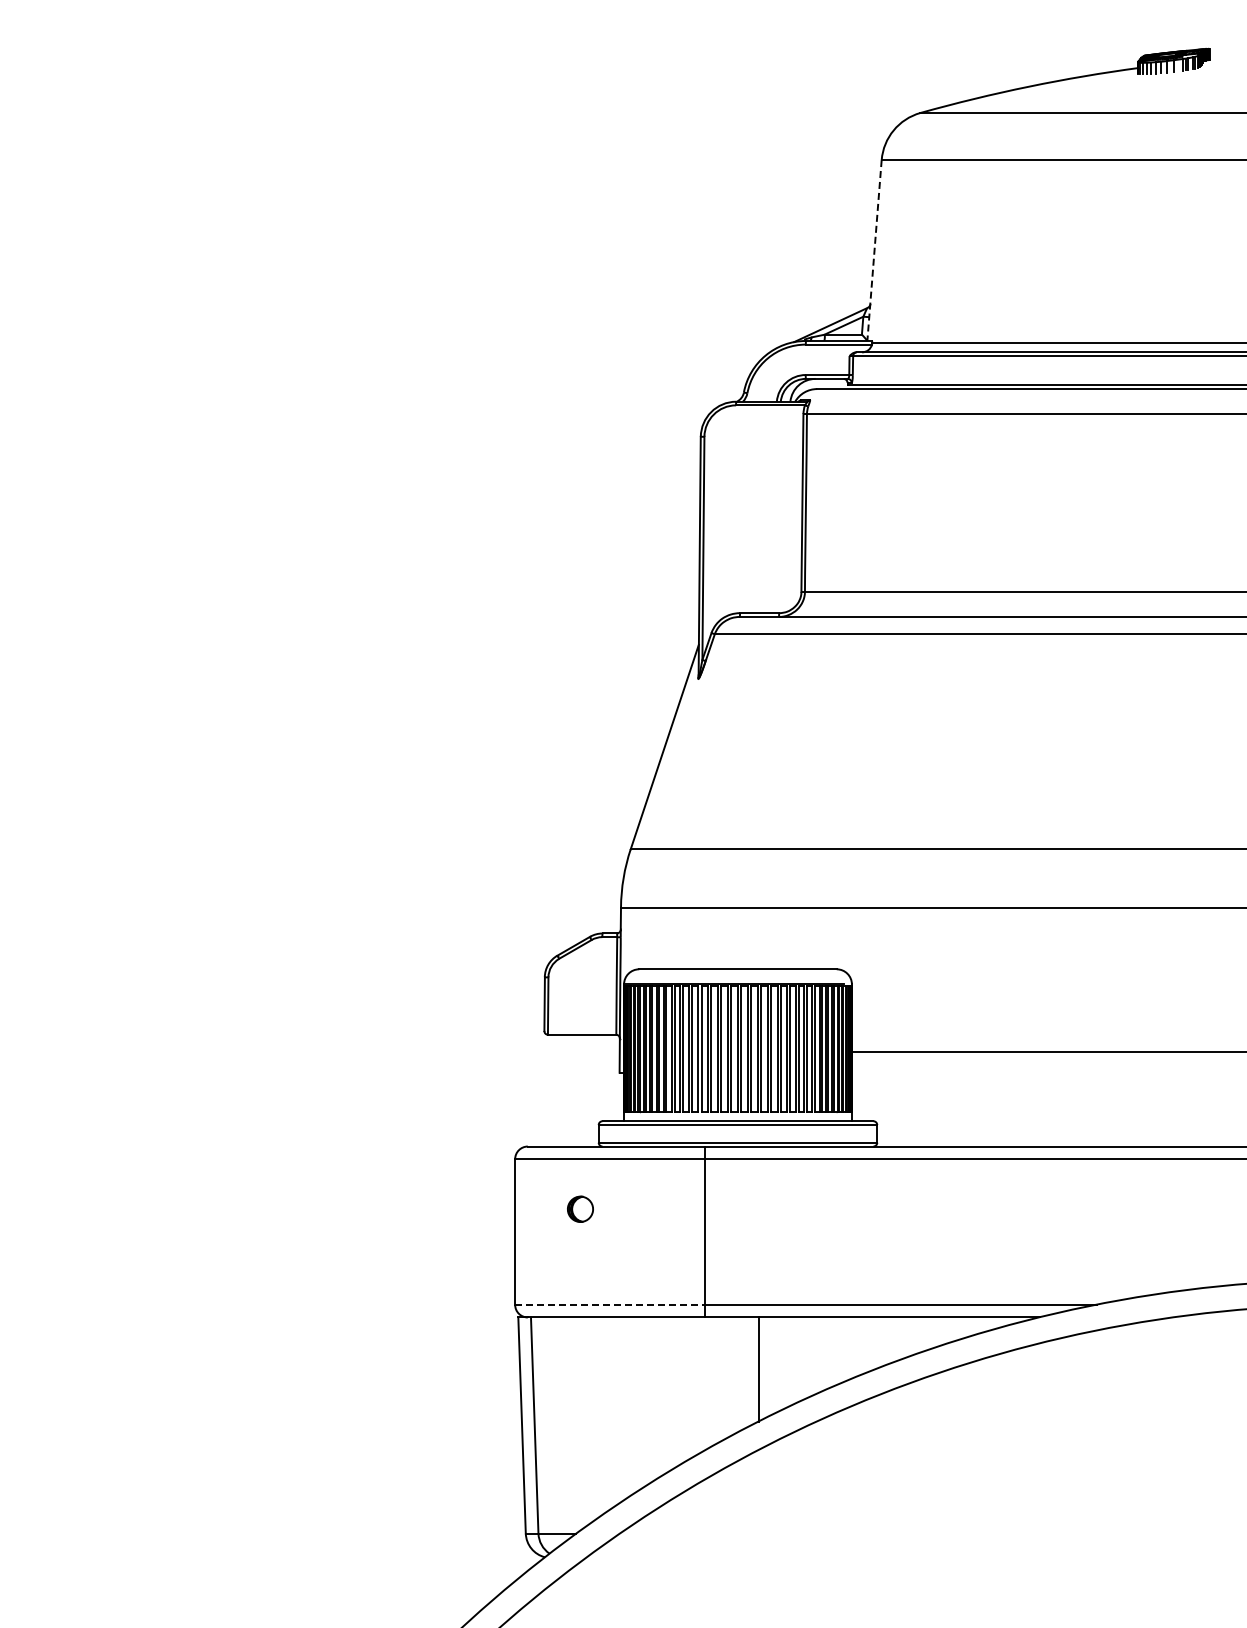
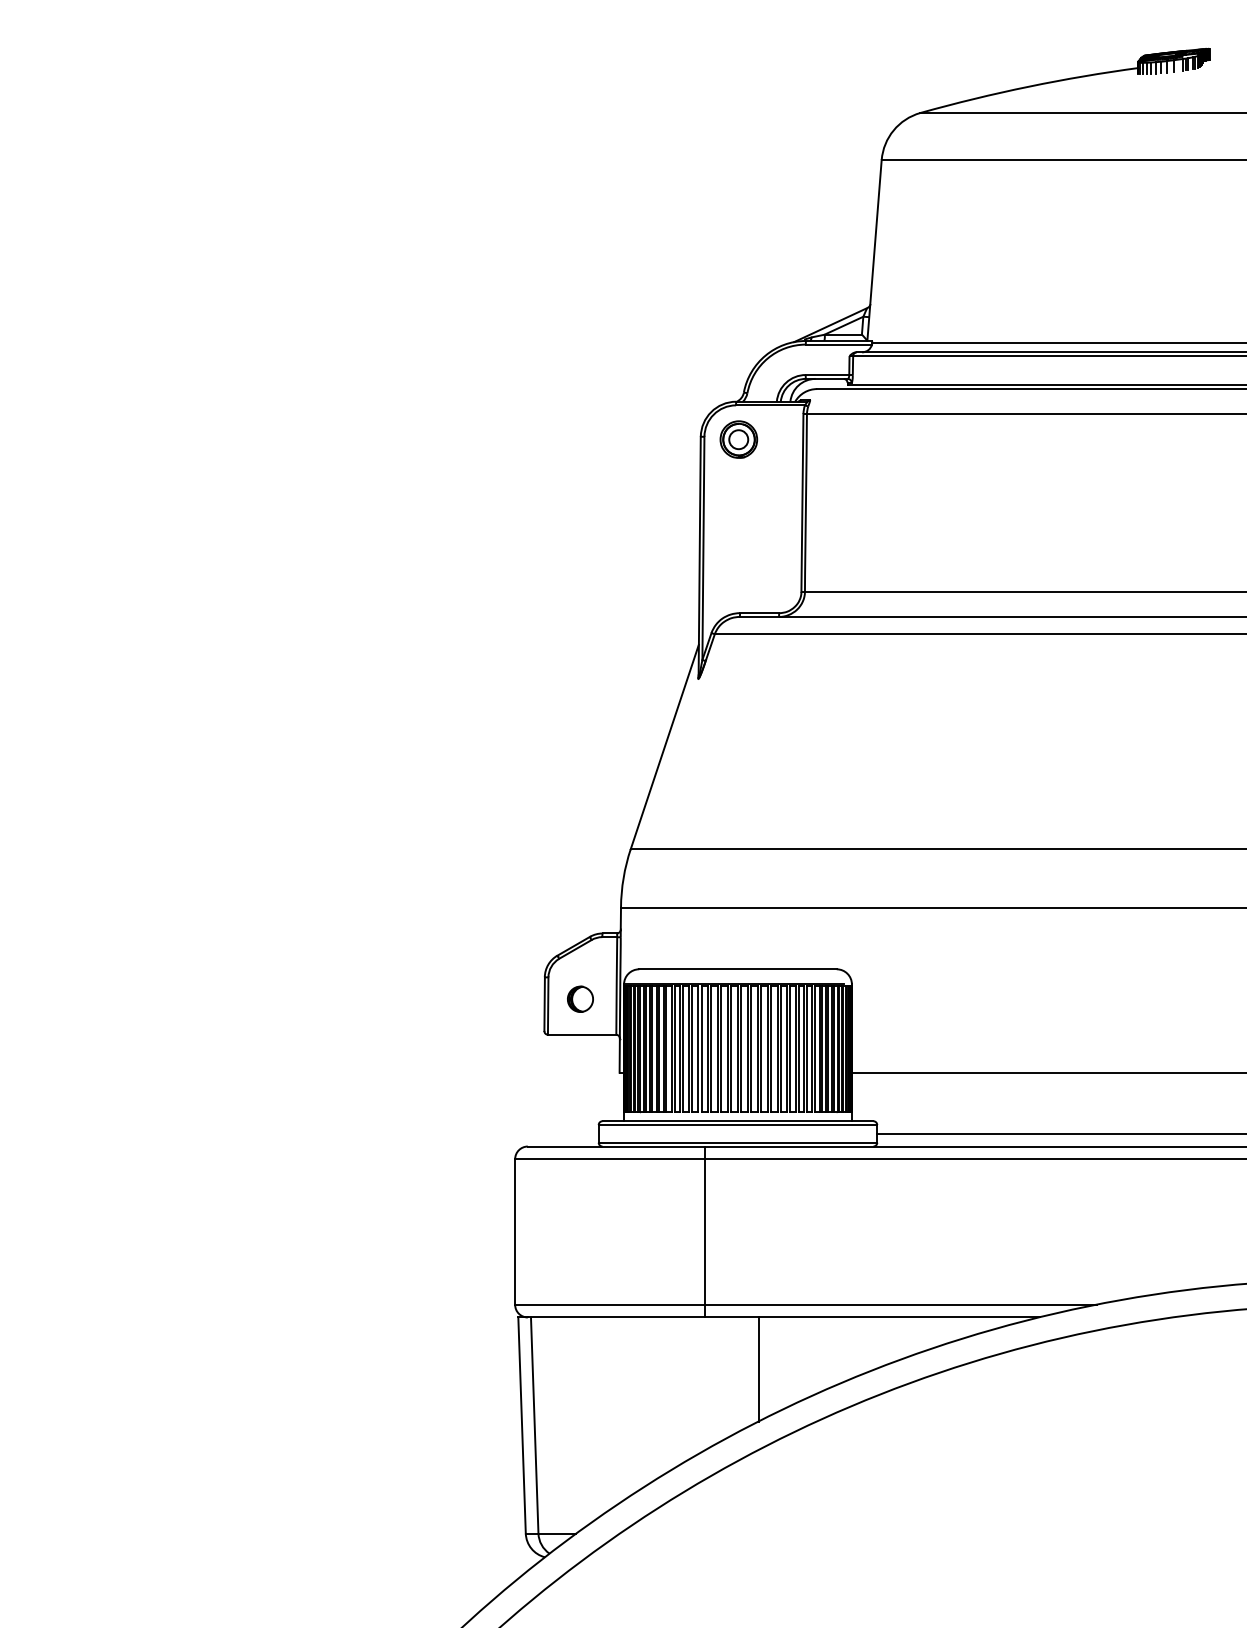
line at (874, 250): dashed -> solid
part at (738, 439): none -> present
line at (1047, 1051) position: (1047, 1051) -> (1047, 1072)
line at (1060, 1133): none -> present
part at (580, 1208) position: (580, 1208) -> (580, 998)
line at (610, 1304): dashed -> solid
